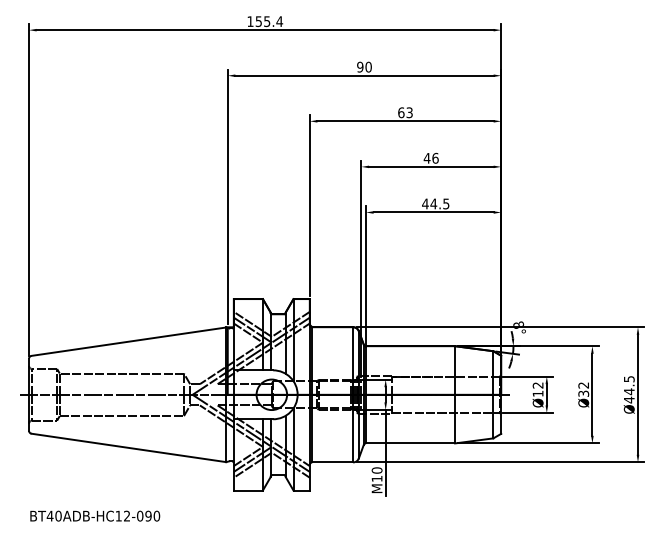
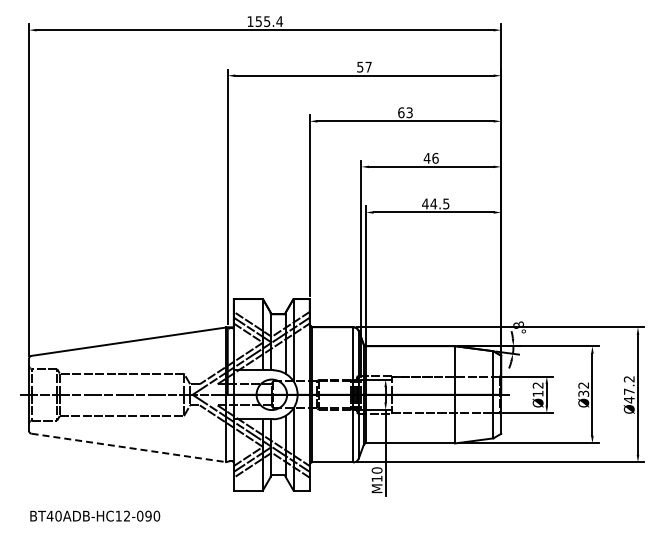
text at (364, 66): 90 -> 57
text at (628, 385): Ø44.5 -> Ø47.2
line at (129, 448): solid -> dashed
